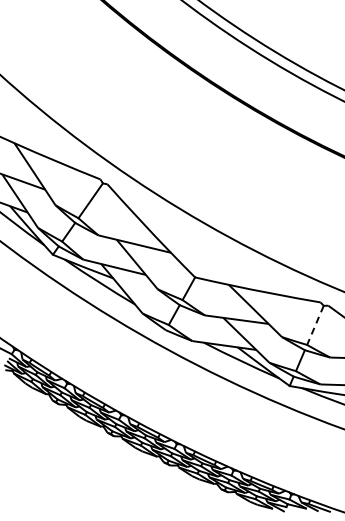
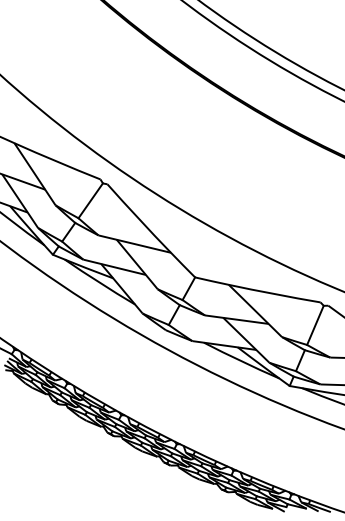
line at (315, 325): dashed -> solid
